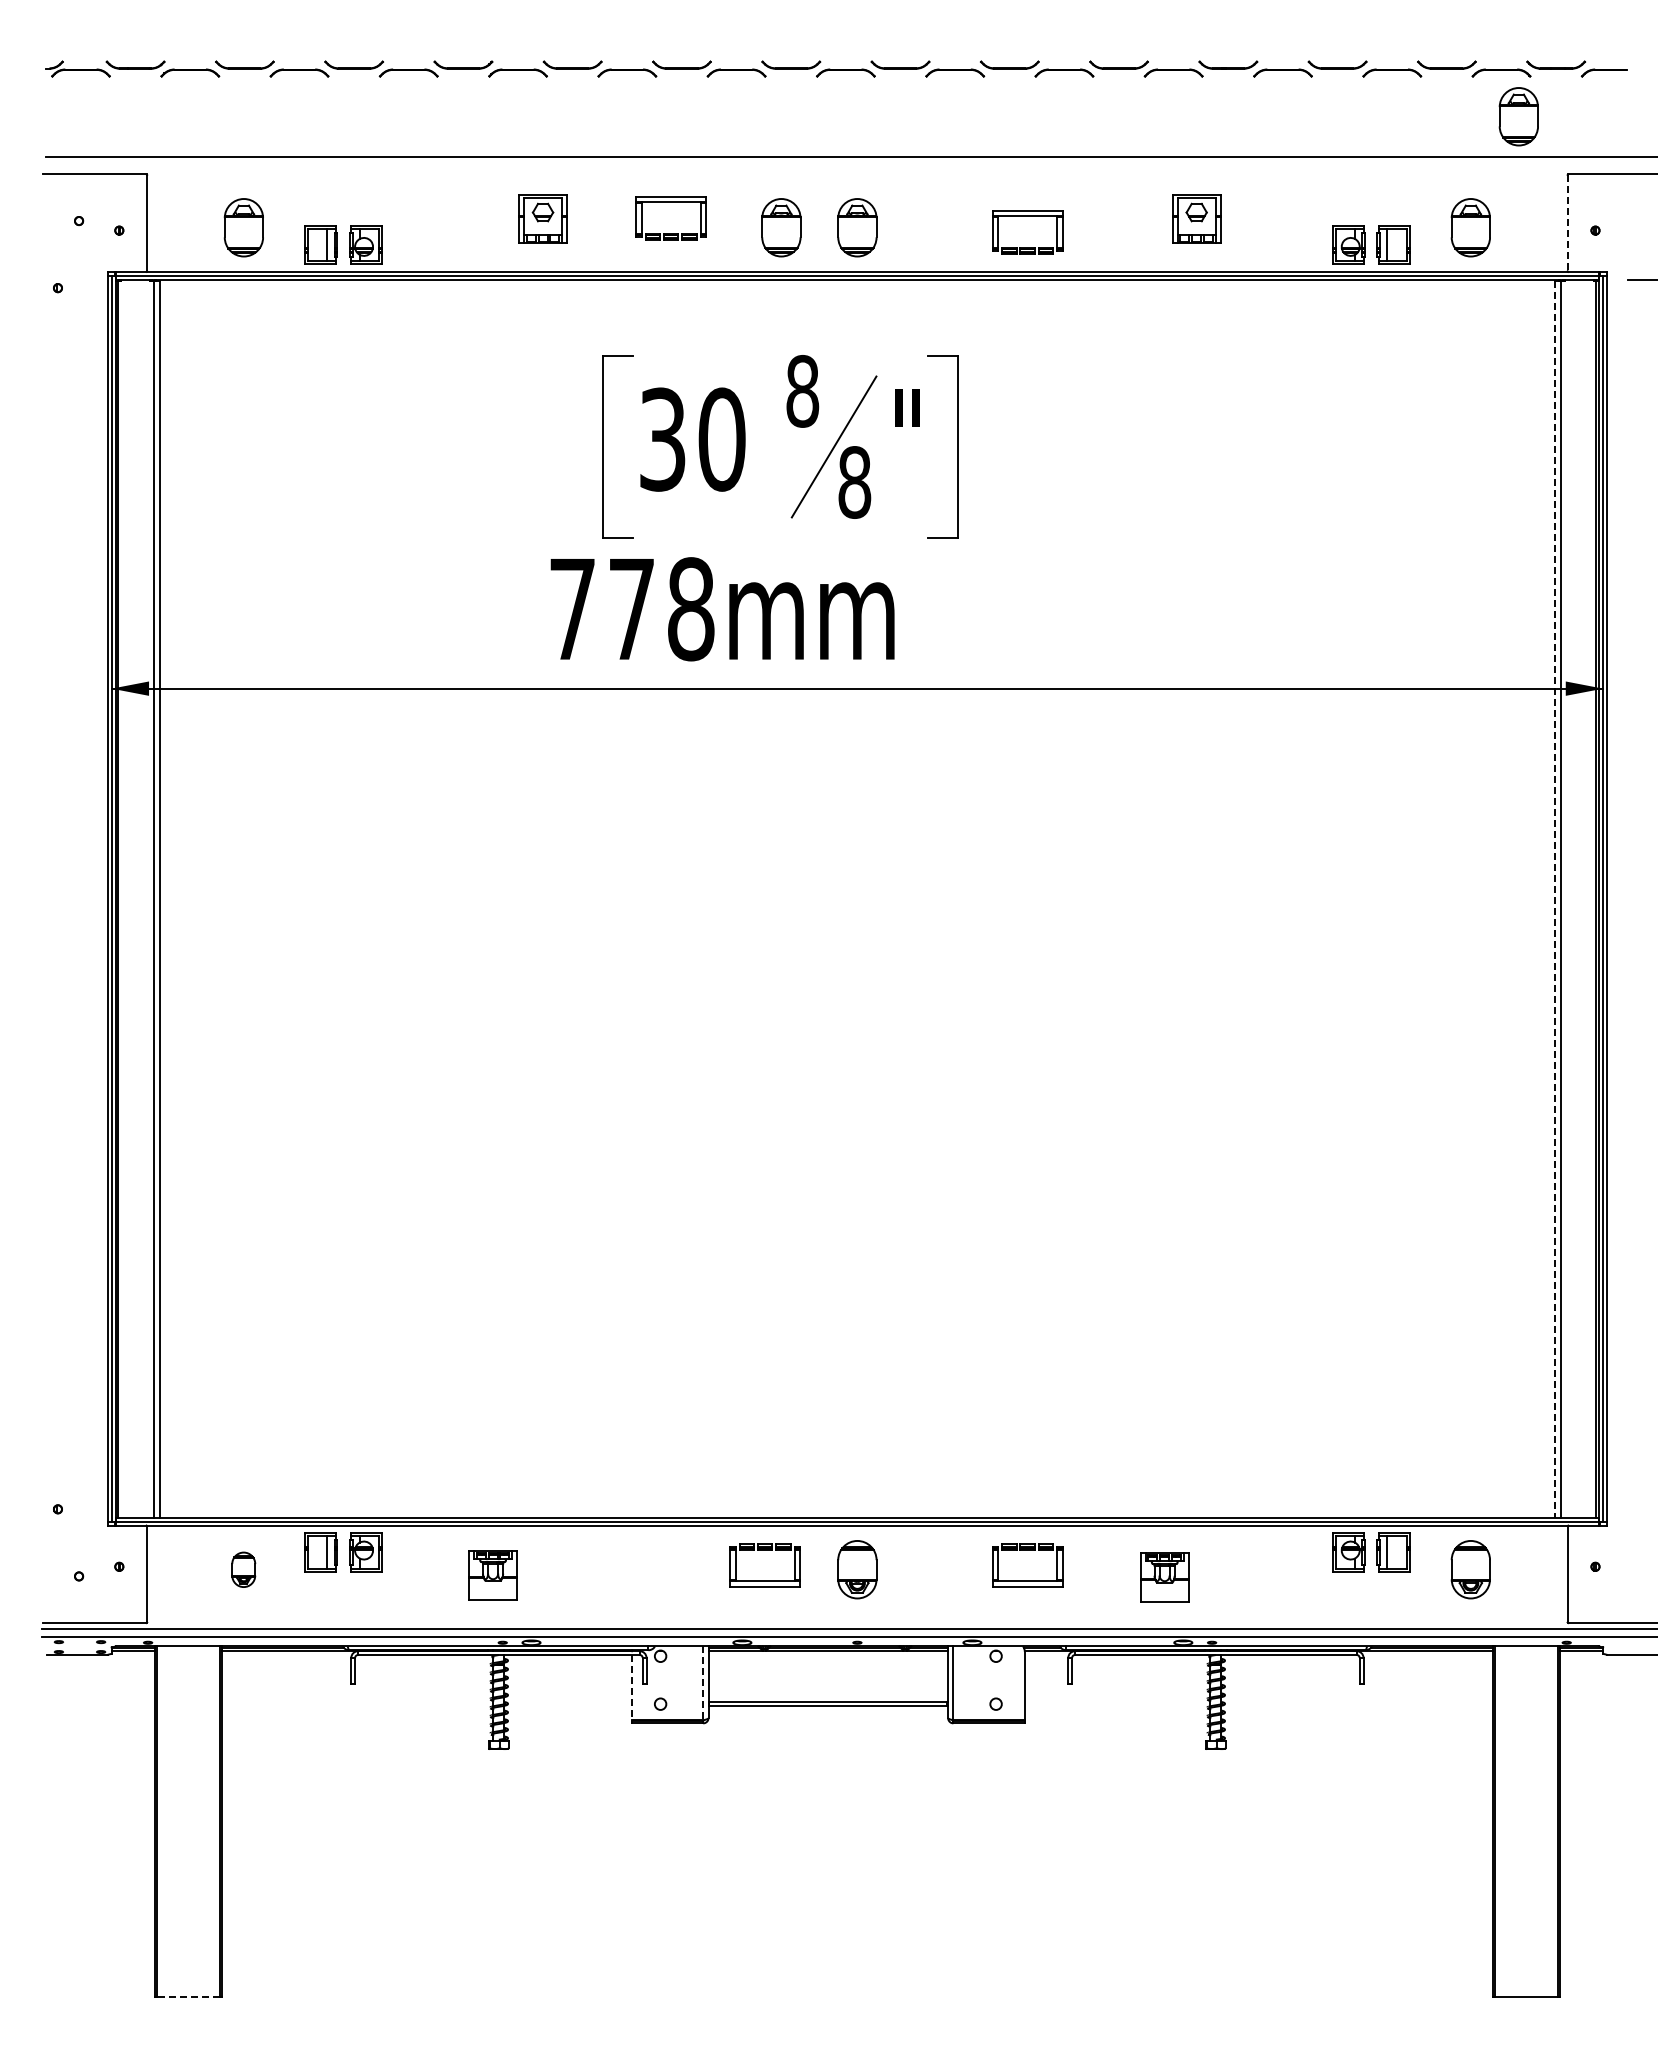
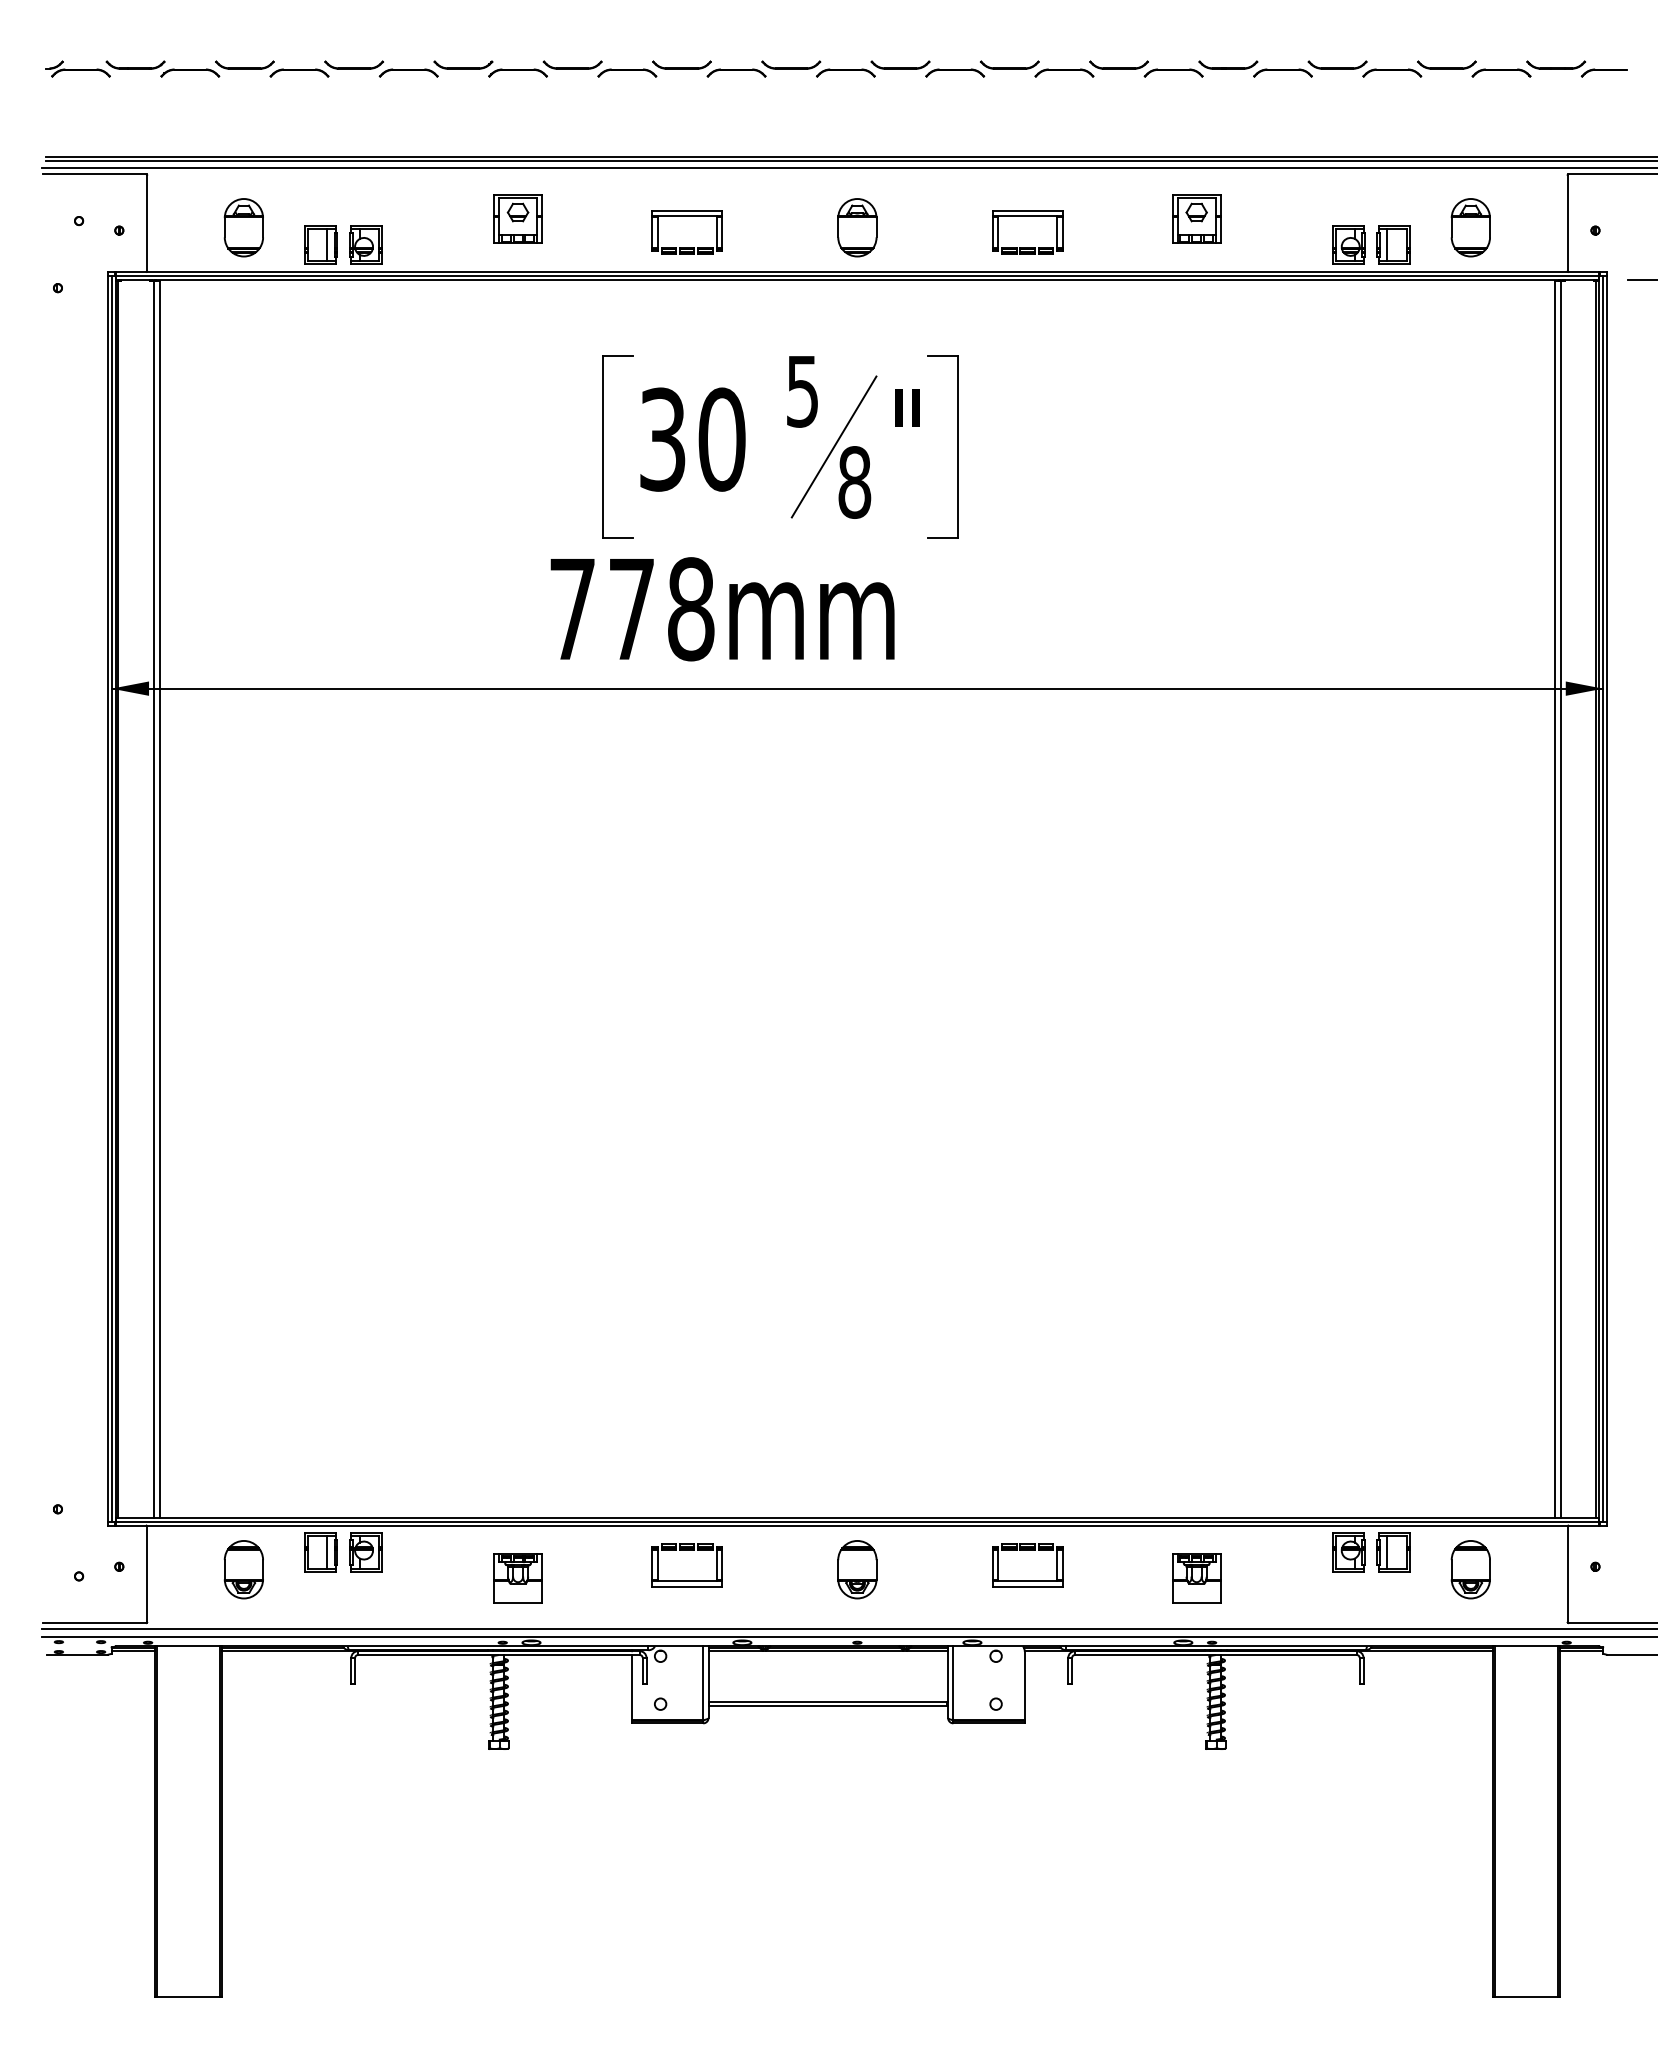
part at (1518, 116): present -> none
line at (849, 161): none -> present
line at (847, 168): none -> present
part at (542, 218) position: (542, 218) -> (517, 218)
line at (1567, 223): dashed -> solid
part at (781, 227): present -> none
part at (670, 233) position: (670, 233) -> (686, 247)
text at (802, 391): 8 -> 5
line at (1555, 900): dashed -> solid
part at (764, 1550) position: (764, 1550) -> (686, 1550)
part at (243, 1569) size: 26x37 px -> 41x60 px
part at (492, 1575) position: (492, 1575) -> (517, 1578)
part at (1164, 1577) position: (1164, 1577) -> (1196, 1578)
line at (703, 1683): dashed -> solid
line at (631, 1687): dashed -> solid
line at (188, 1997): dashed -> solid
